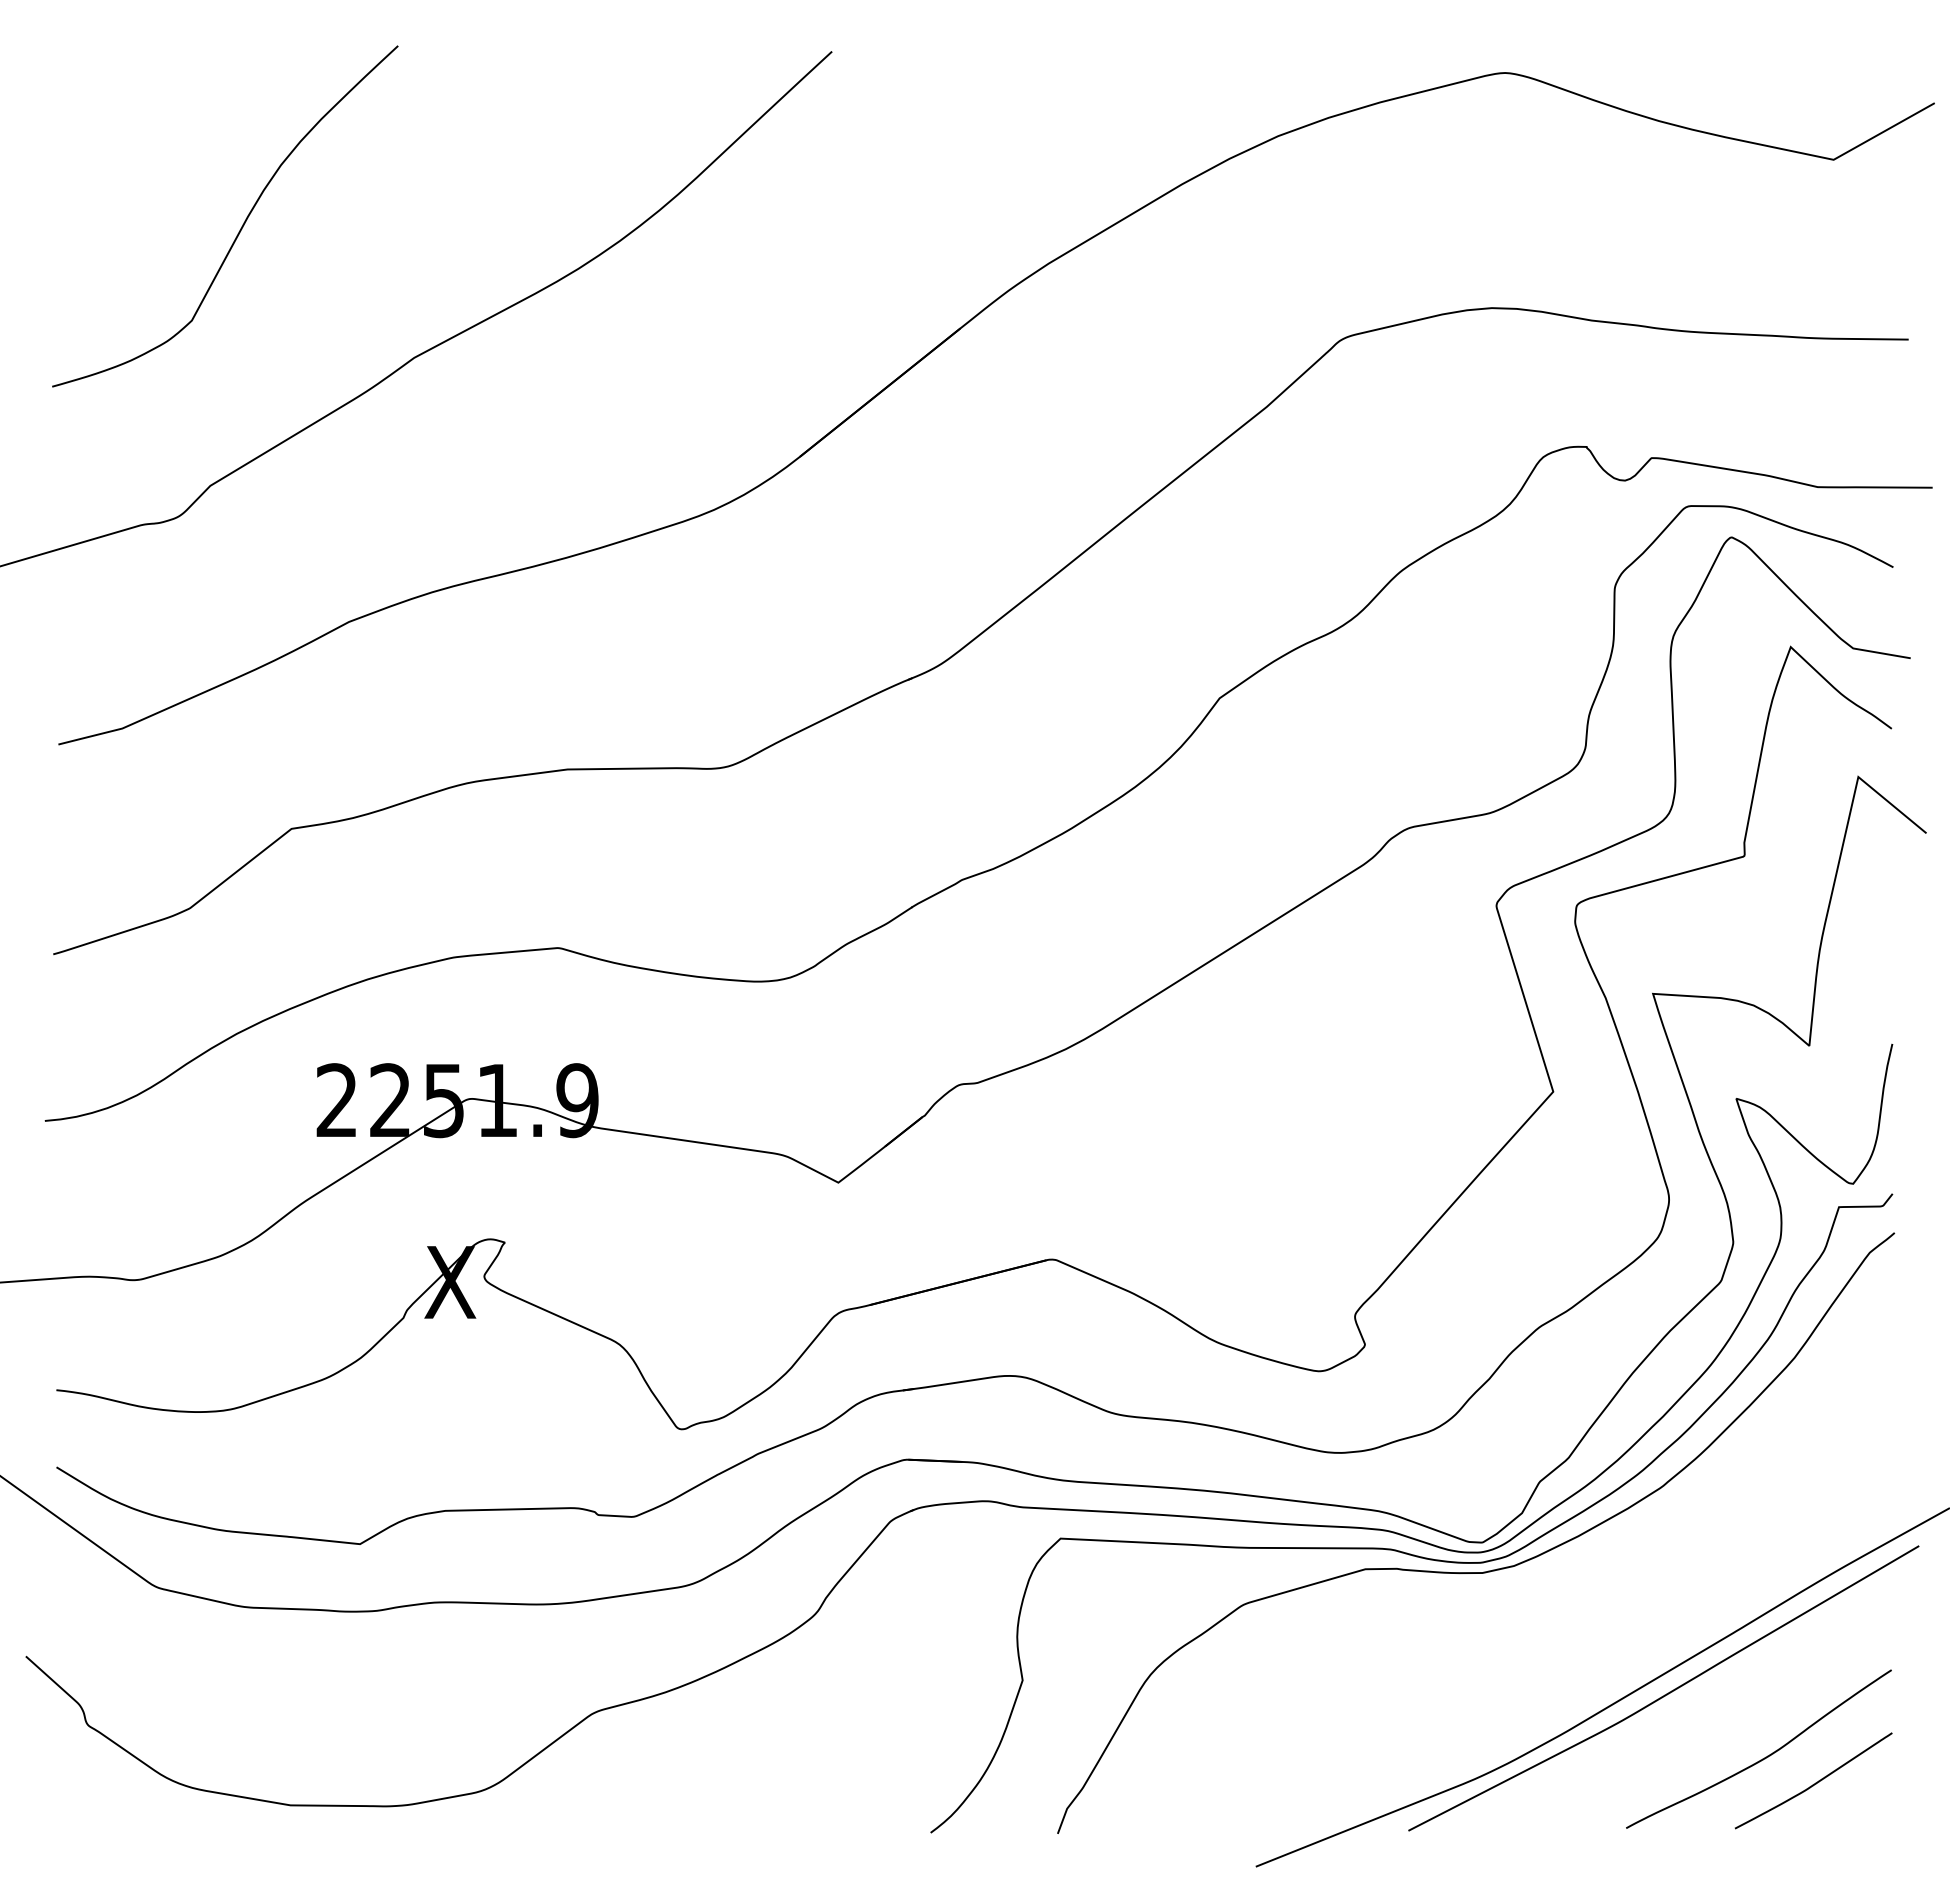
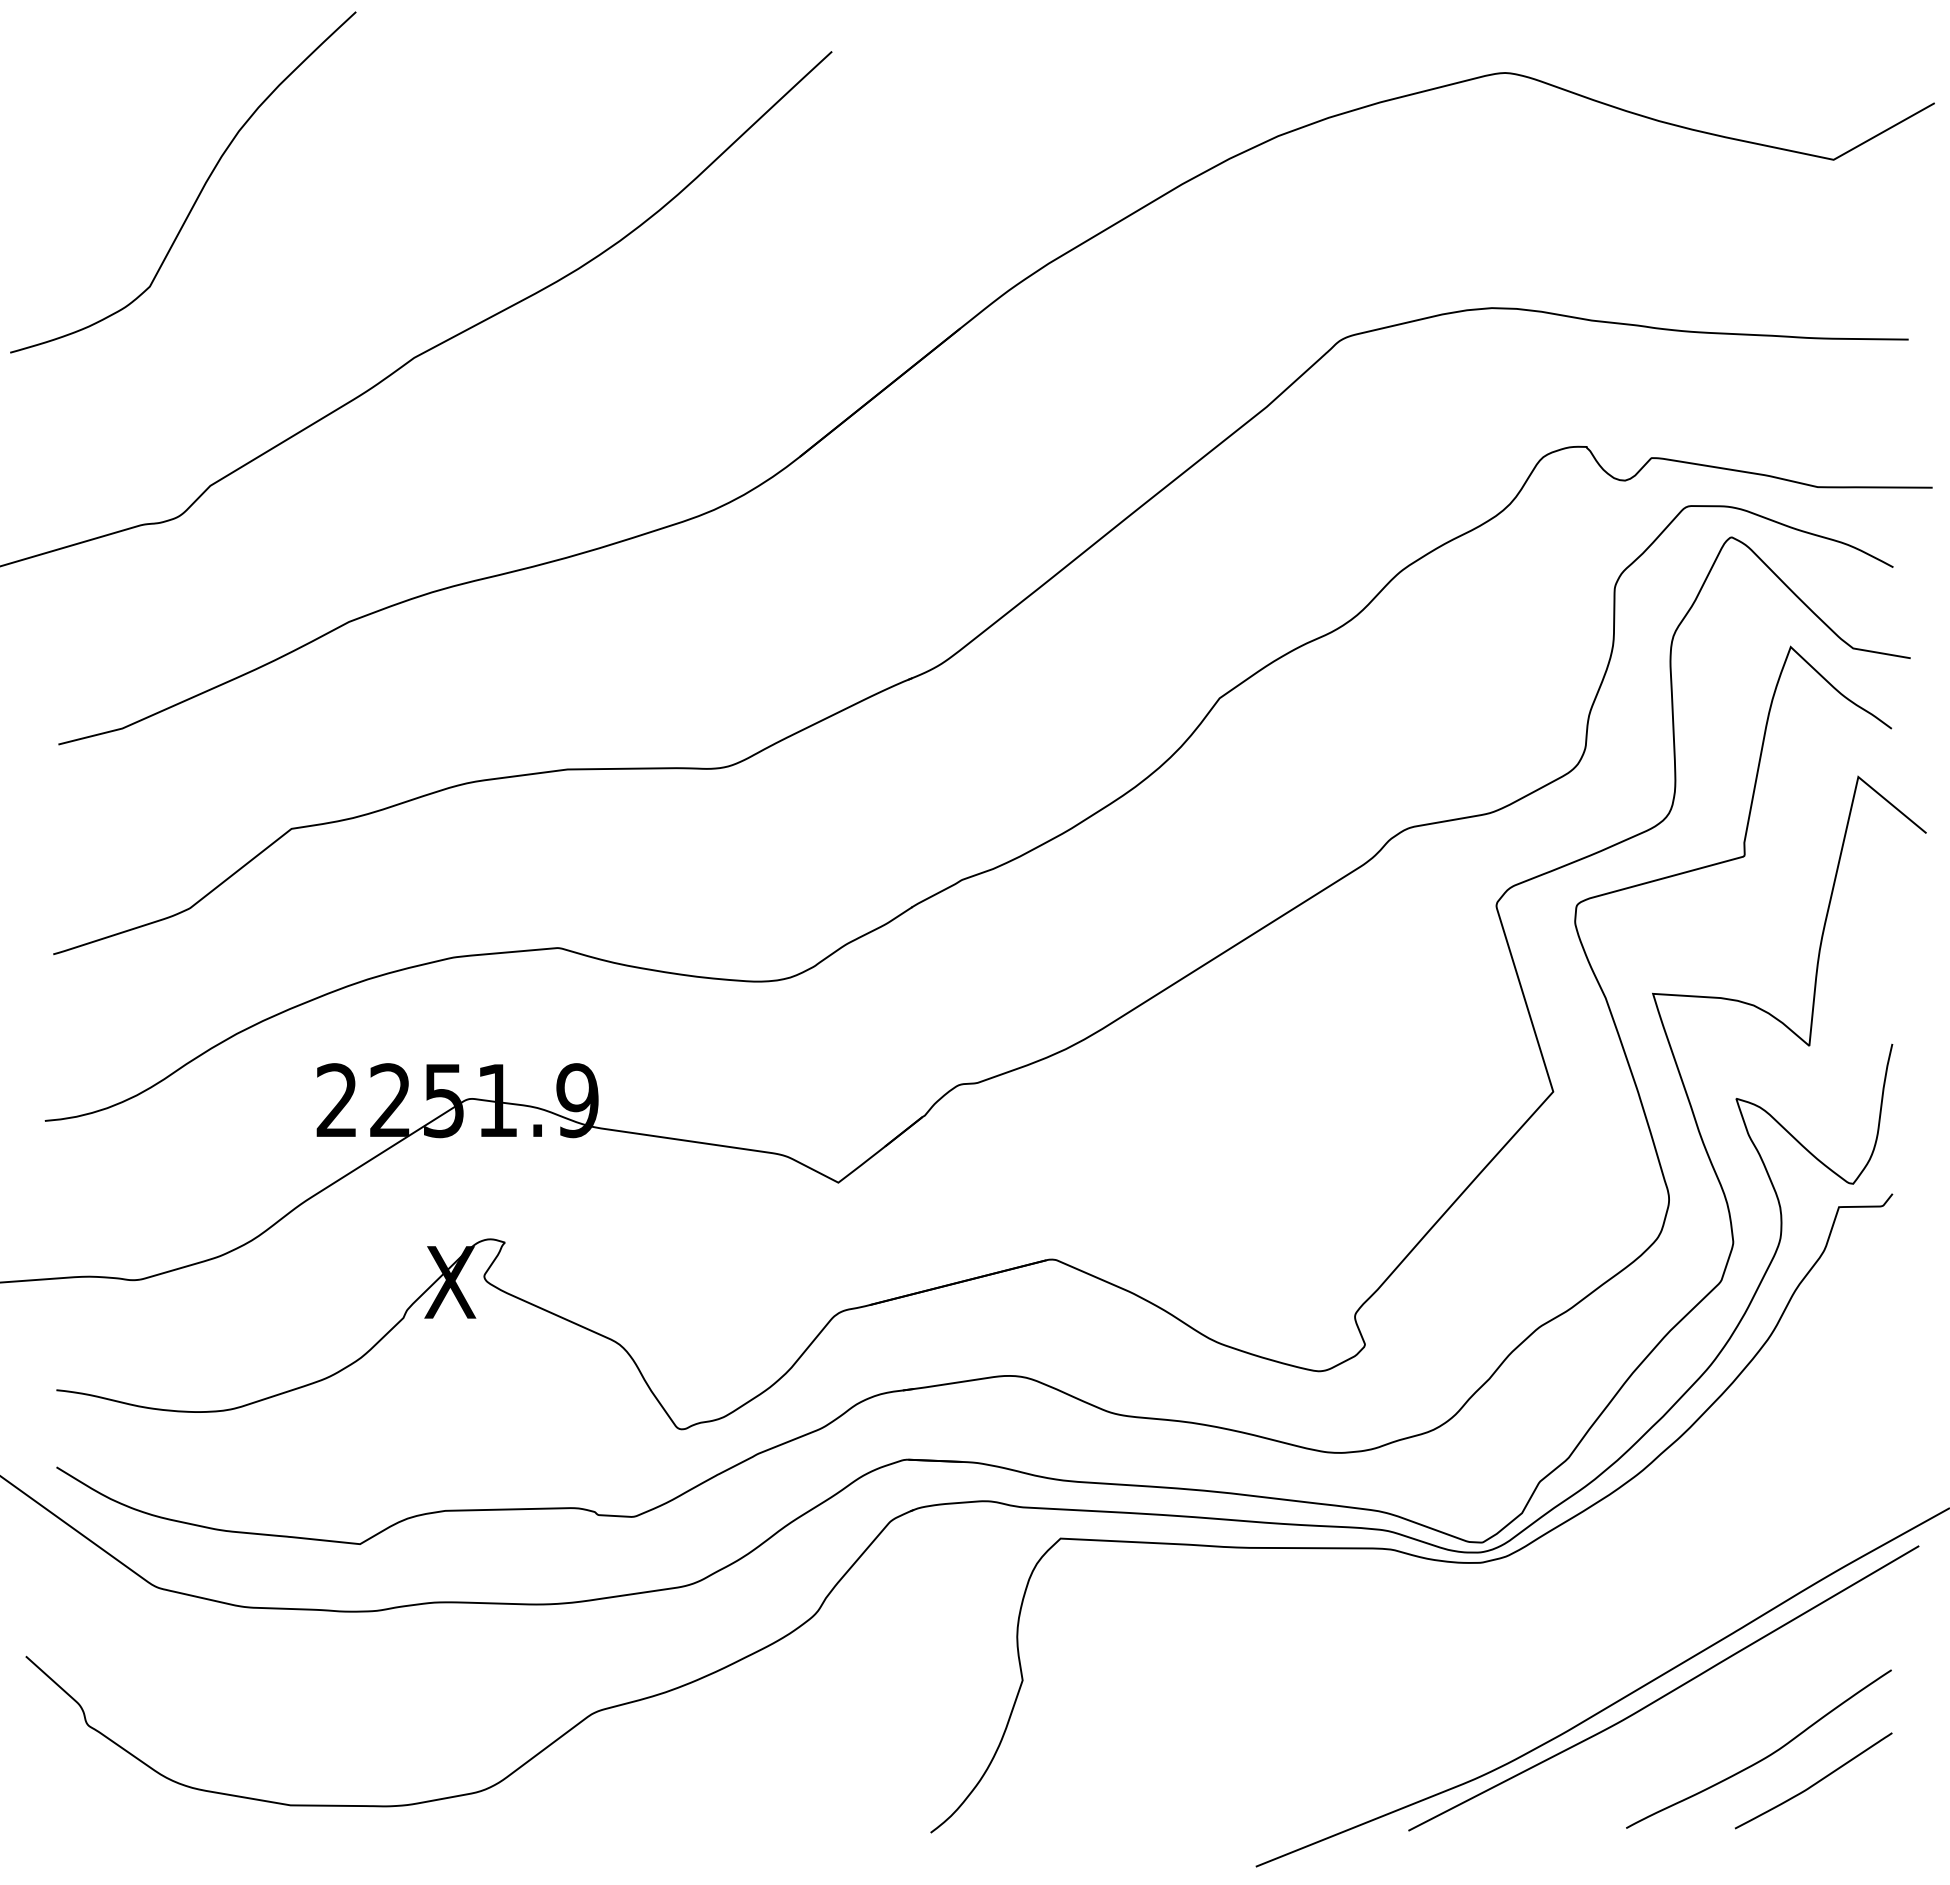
curve at (242, 224) position: (242, 224) -> (200, 190)
curve at (1483, 1571): present -> none
